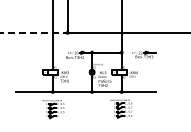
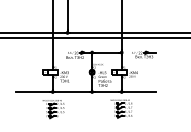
line at (34, 32): dashed -> solid
line at (94, 37): none -> present
